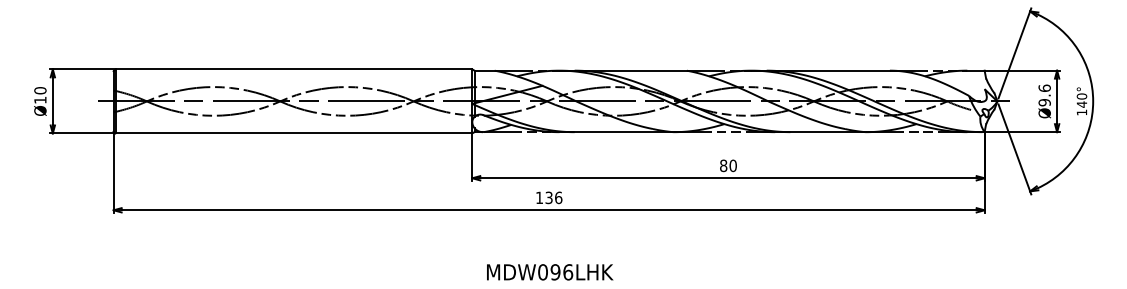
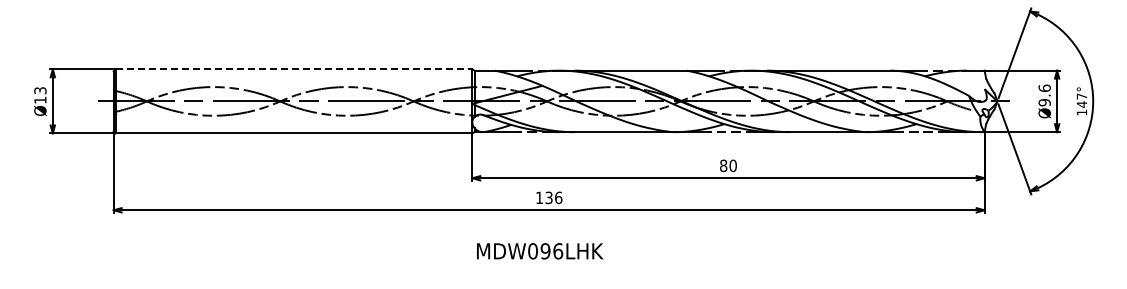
line at (294, 69): solid -> dashed
text at (40, 90): Ø10 -> Ø13
text at (1081, 96): 140° -> 147°
text at (550, 272) position: (550, 272) -> (540, 251)
